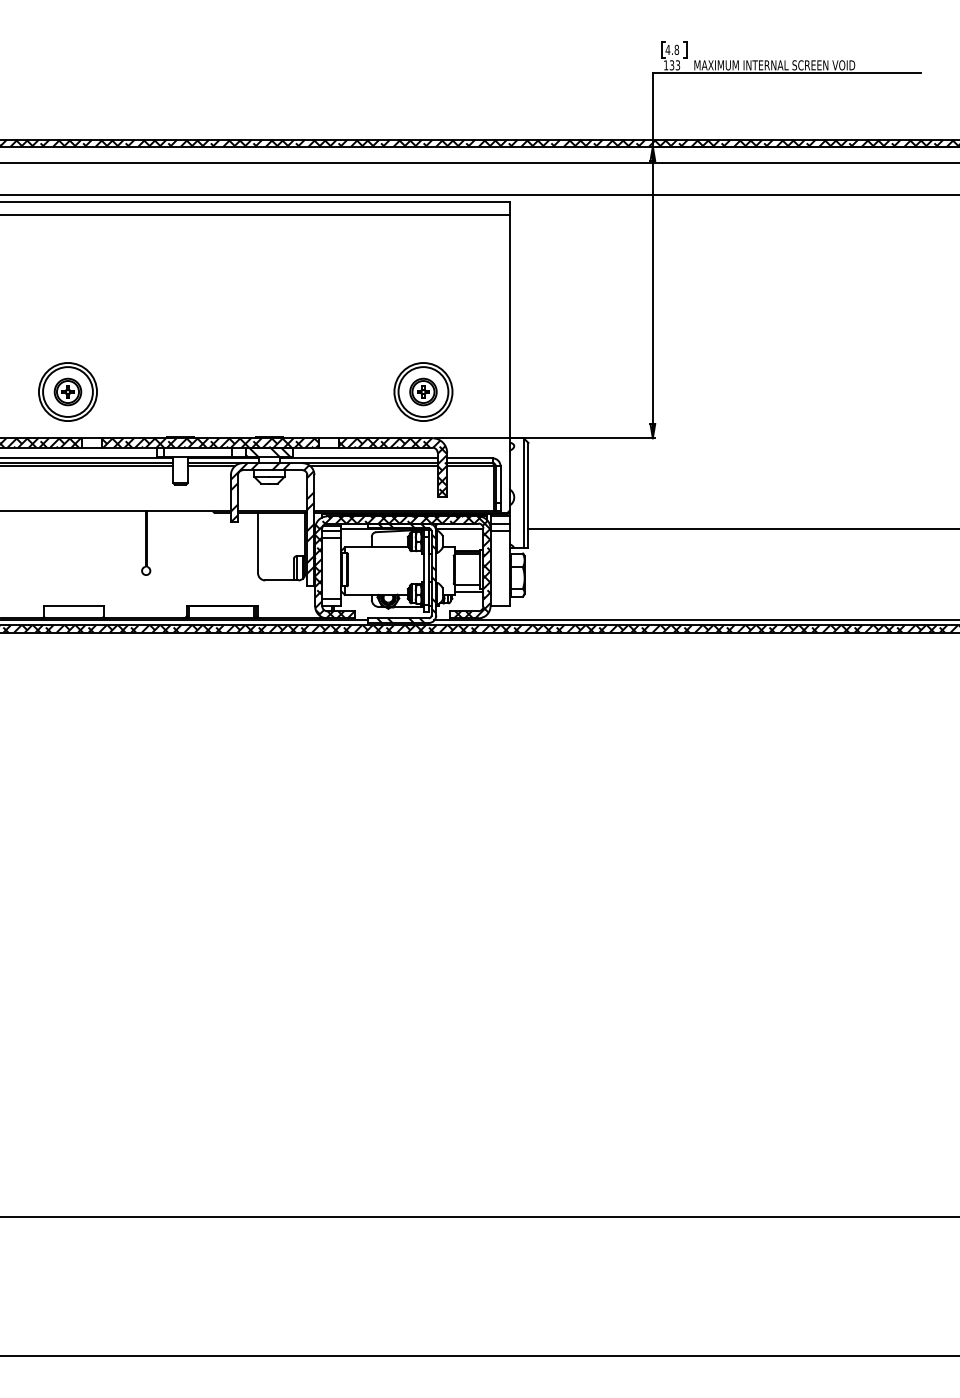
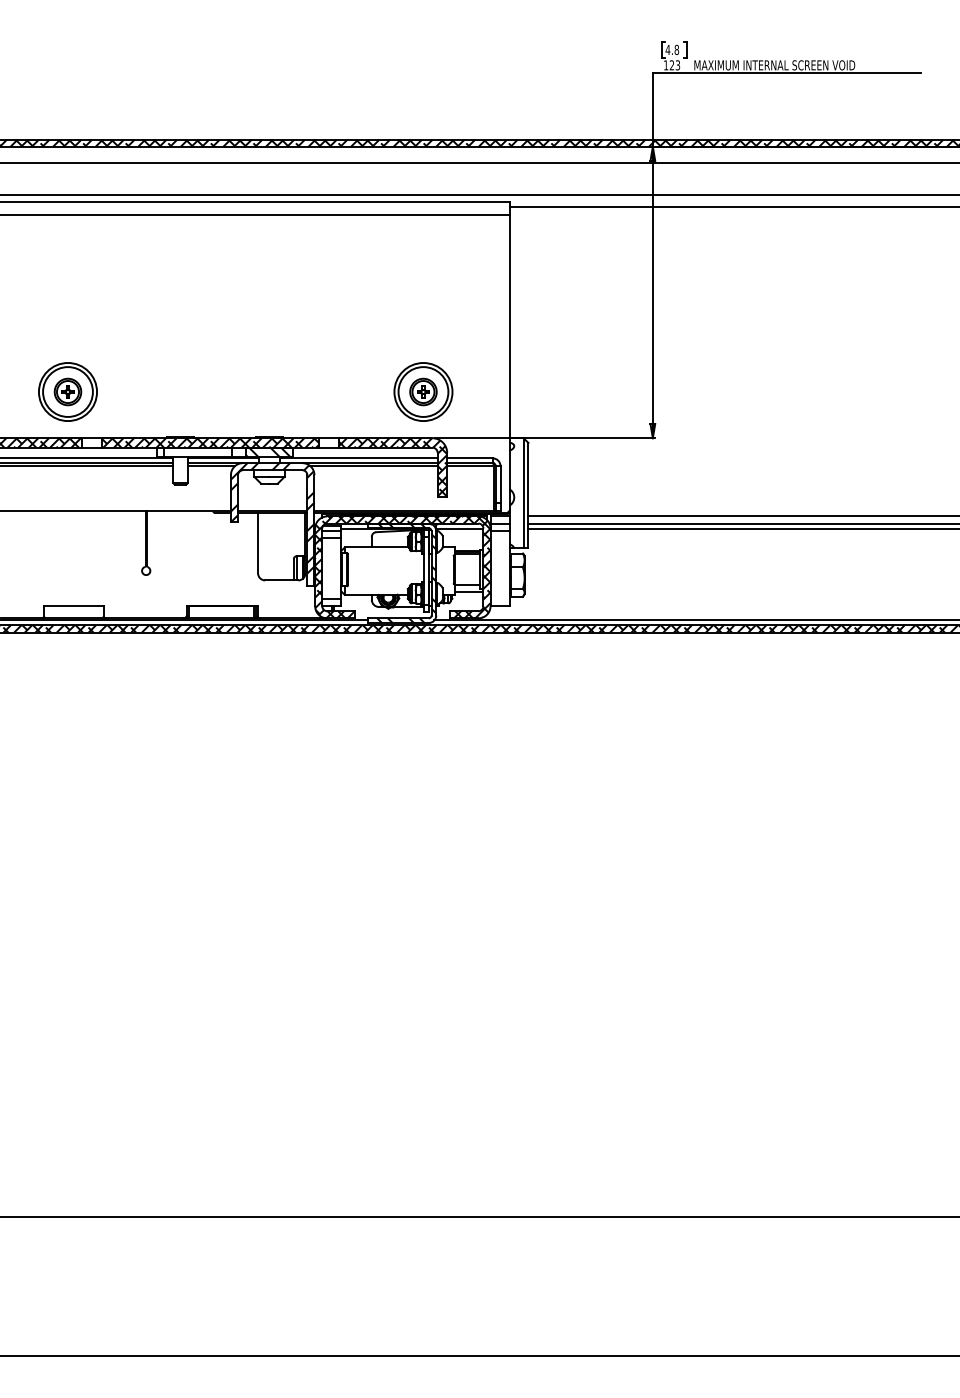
text at (671, 65): 133 -> 123
line at (732, 207): none -> present
line at (742, 516): none -> present
line at (742, 523): none -> present
